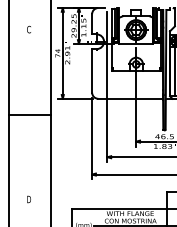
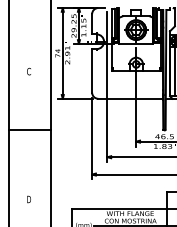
text at (28, 29) position: (28, 29) -> (28, 71)
line at (29, 114) position: (29, 114) -> (29, 129)
